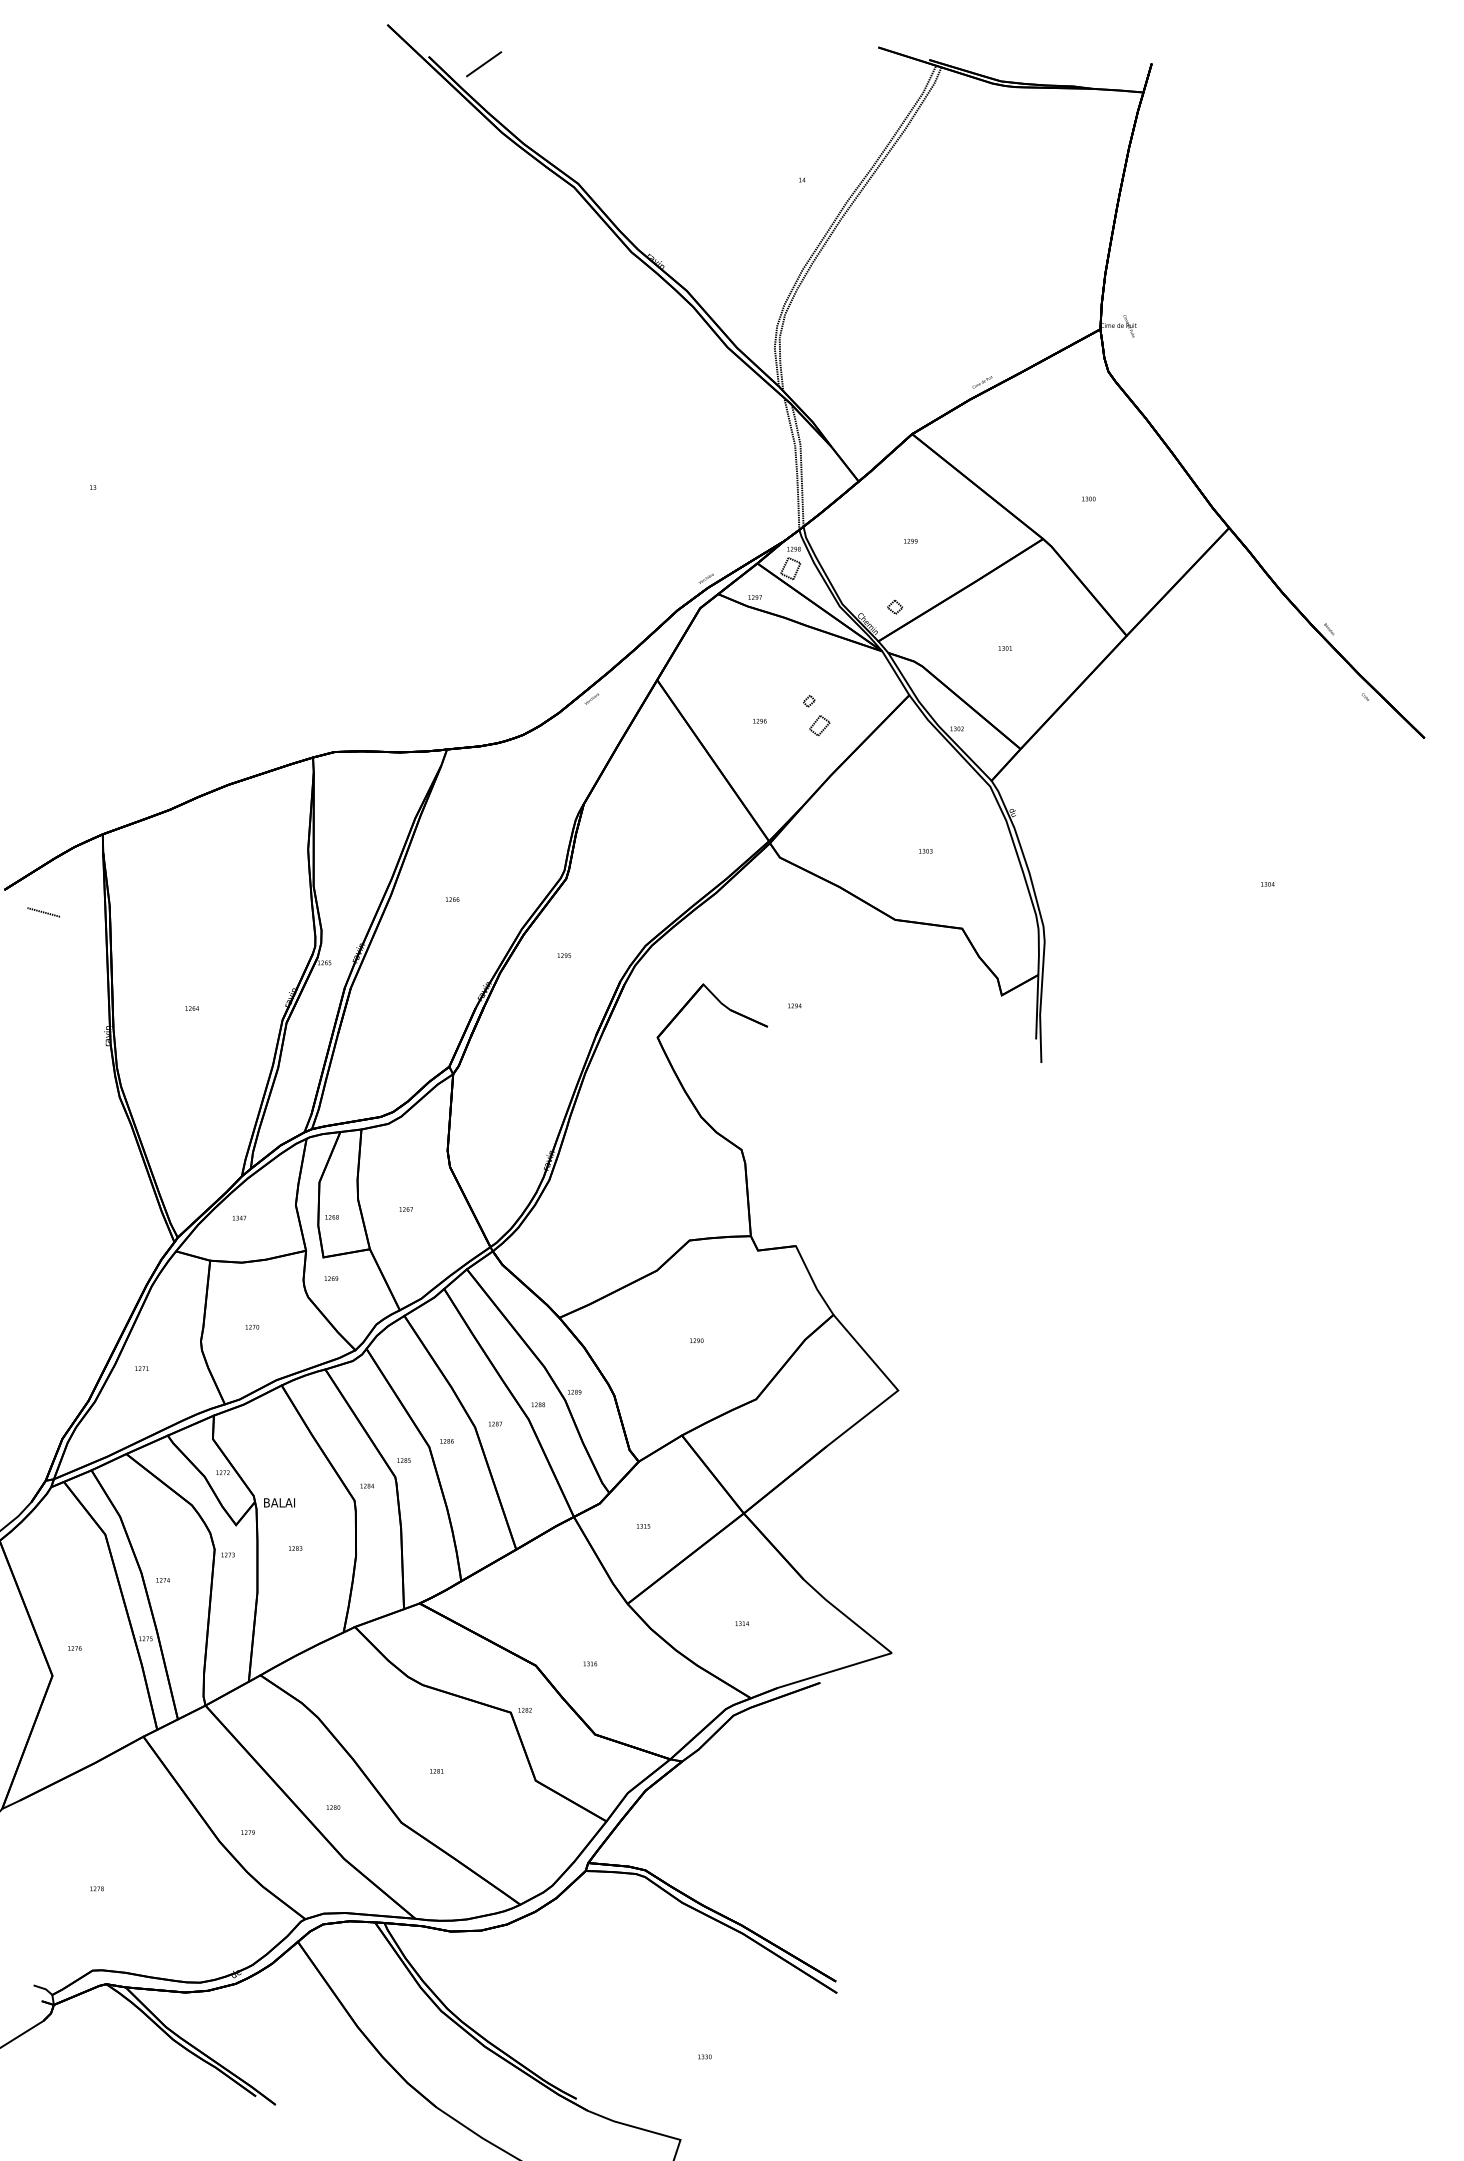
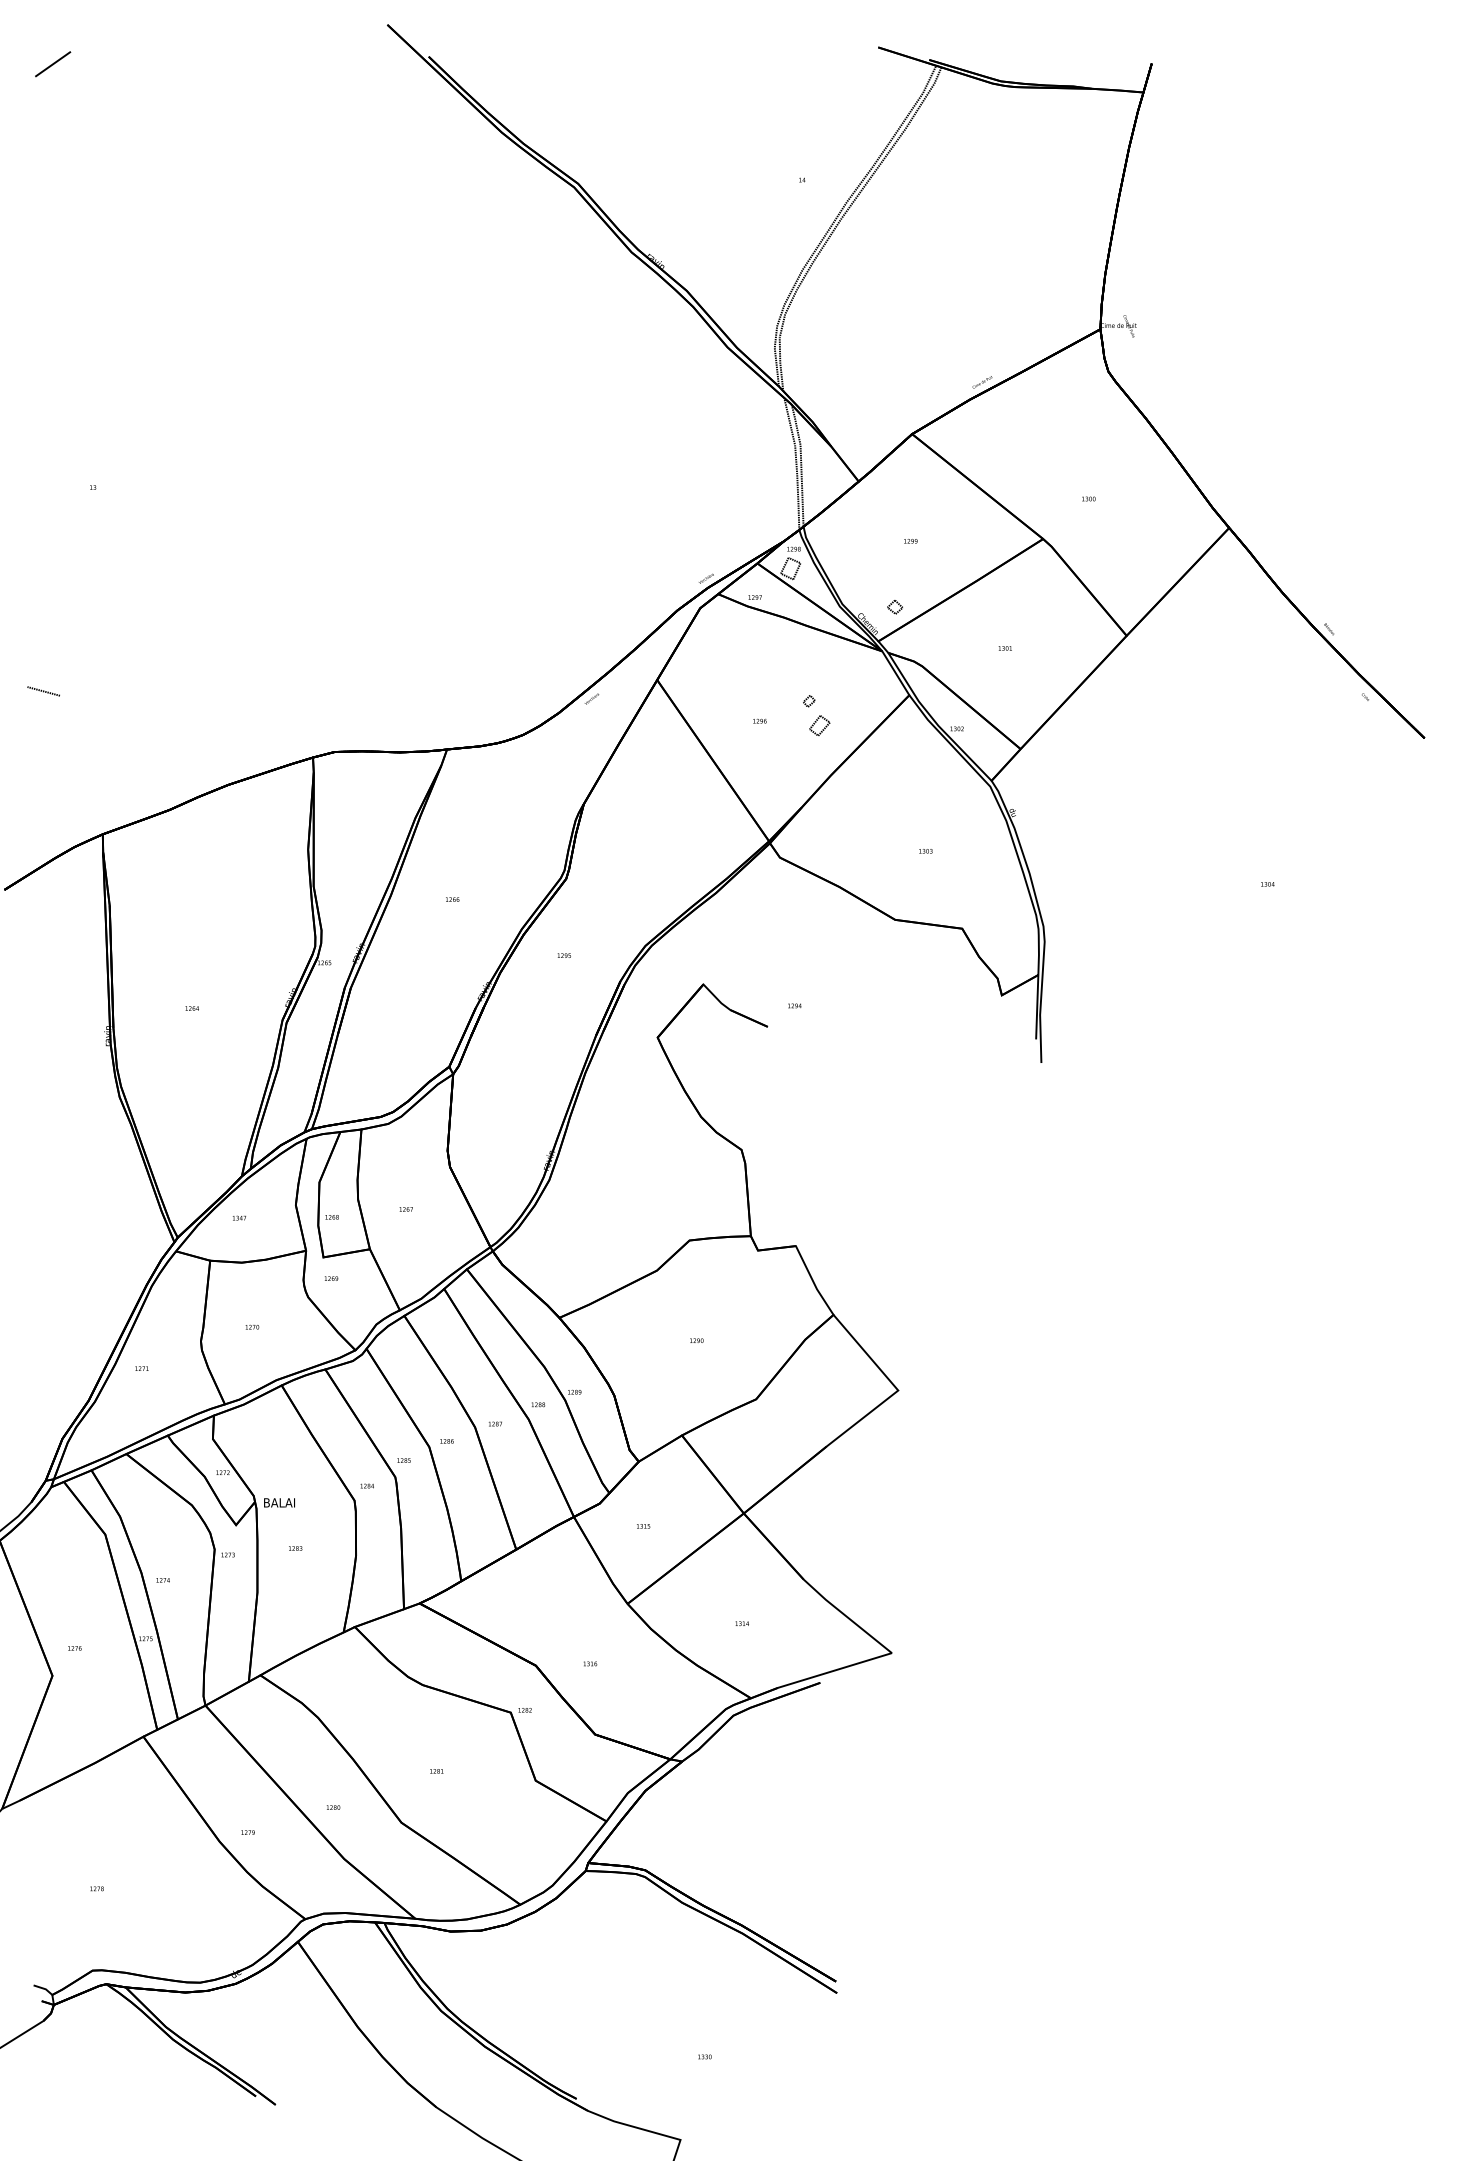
line at (484, 64) position: (484, 64) -> (53, 64)
line at (43, 912) position: (43, 912) -> (43, 691)
